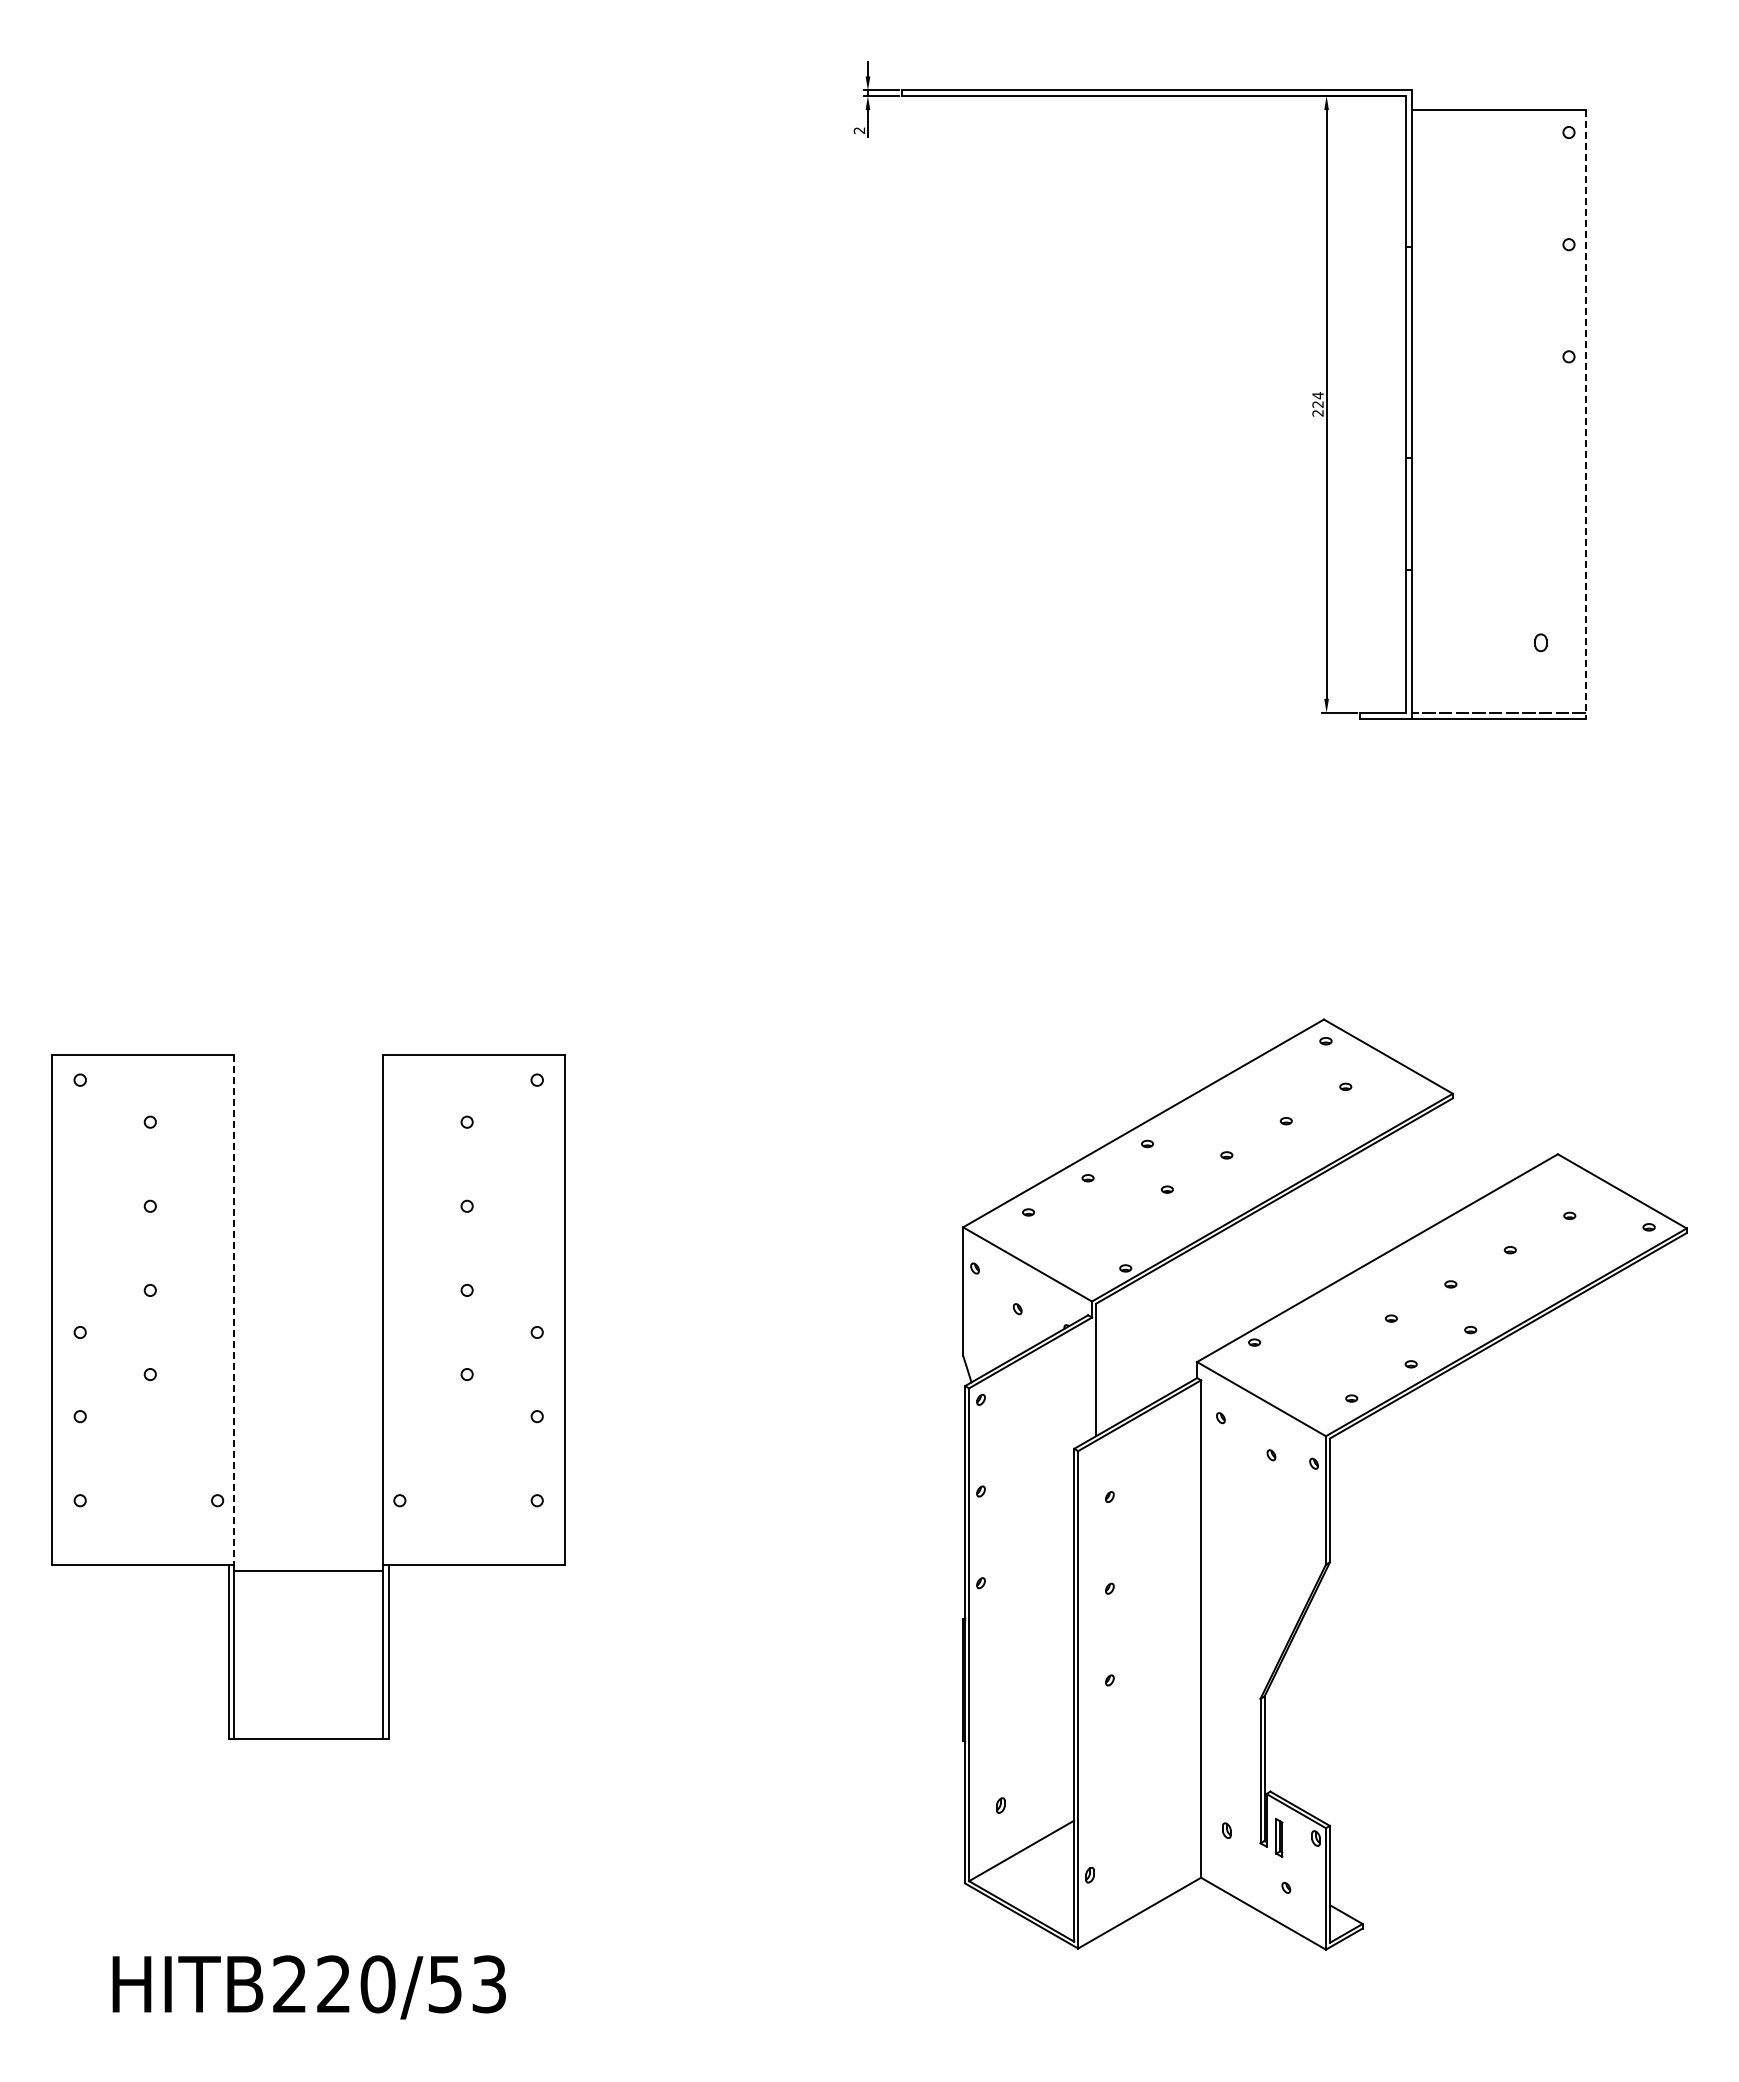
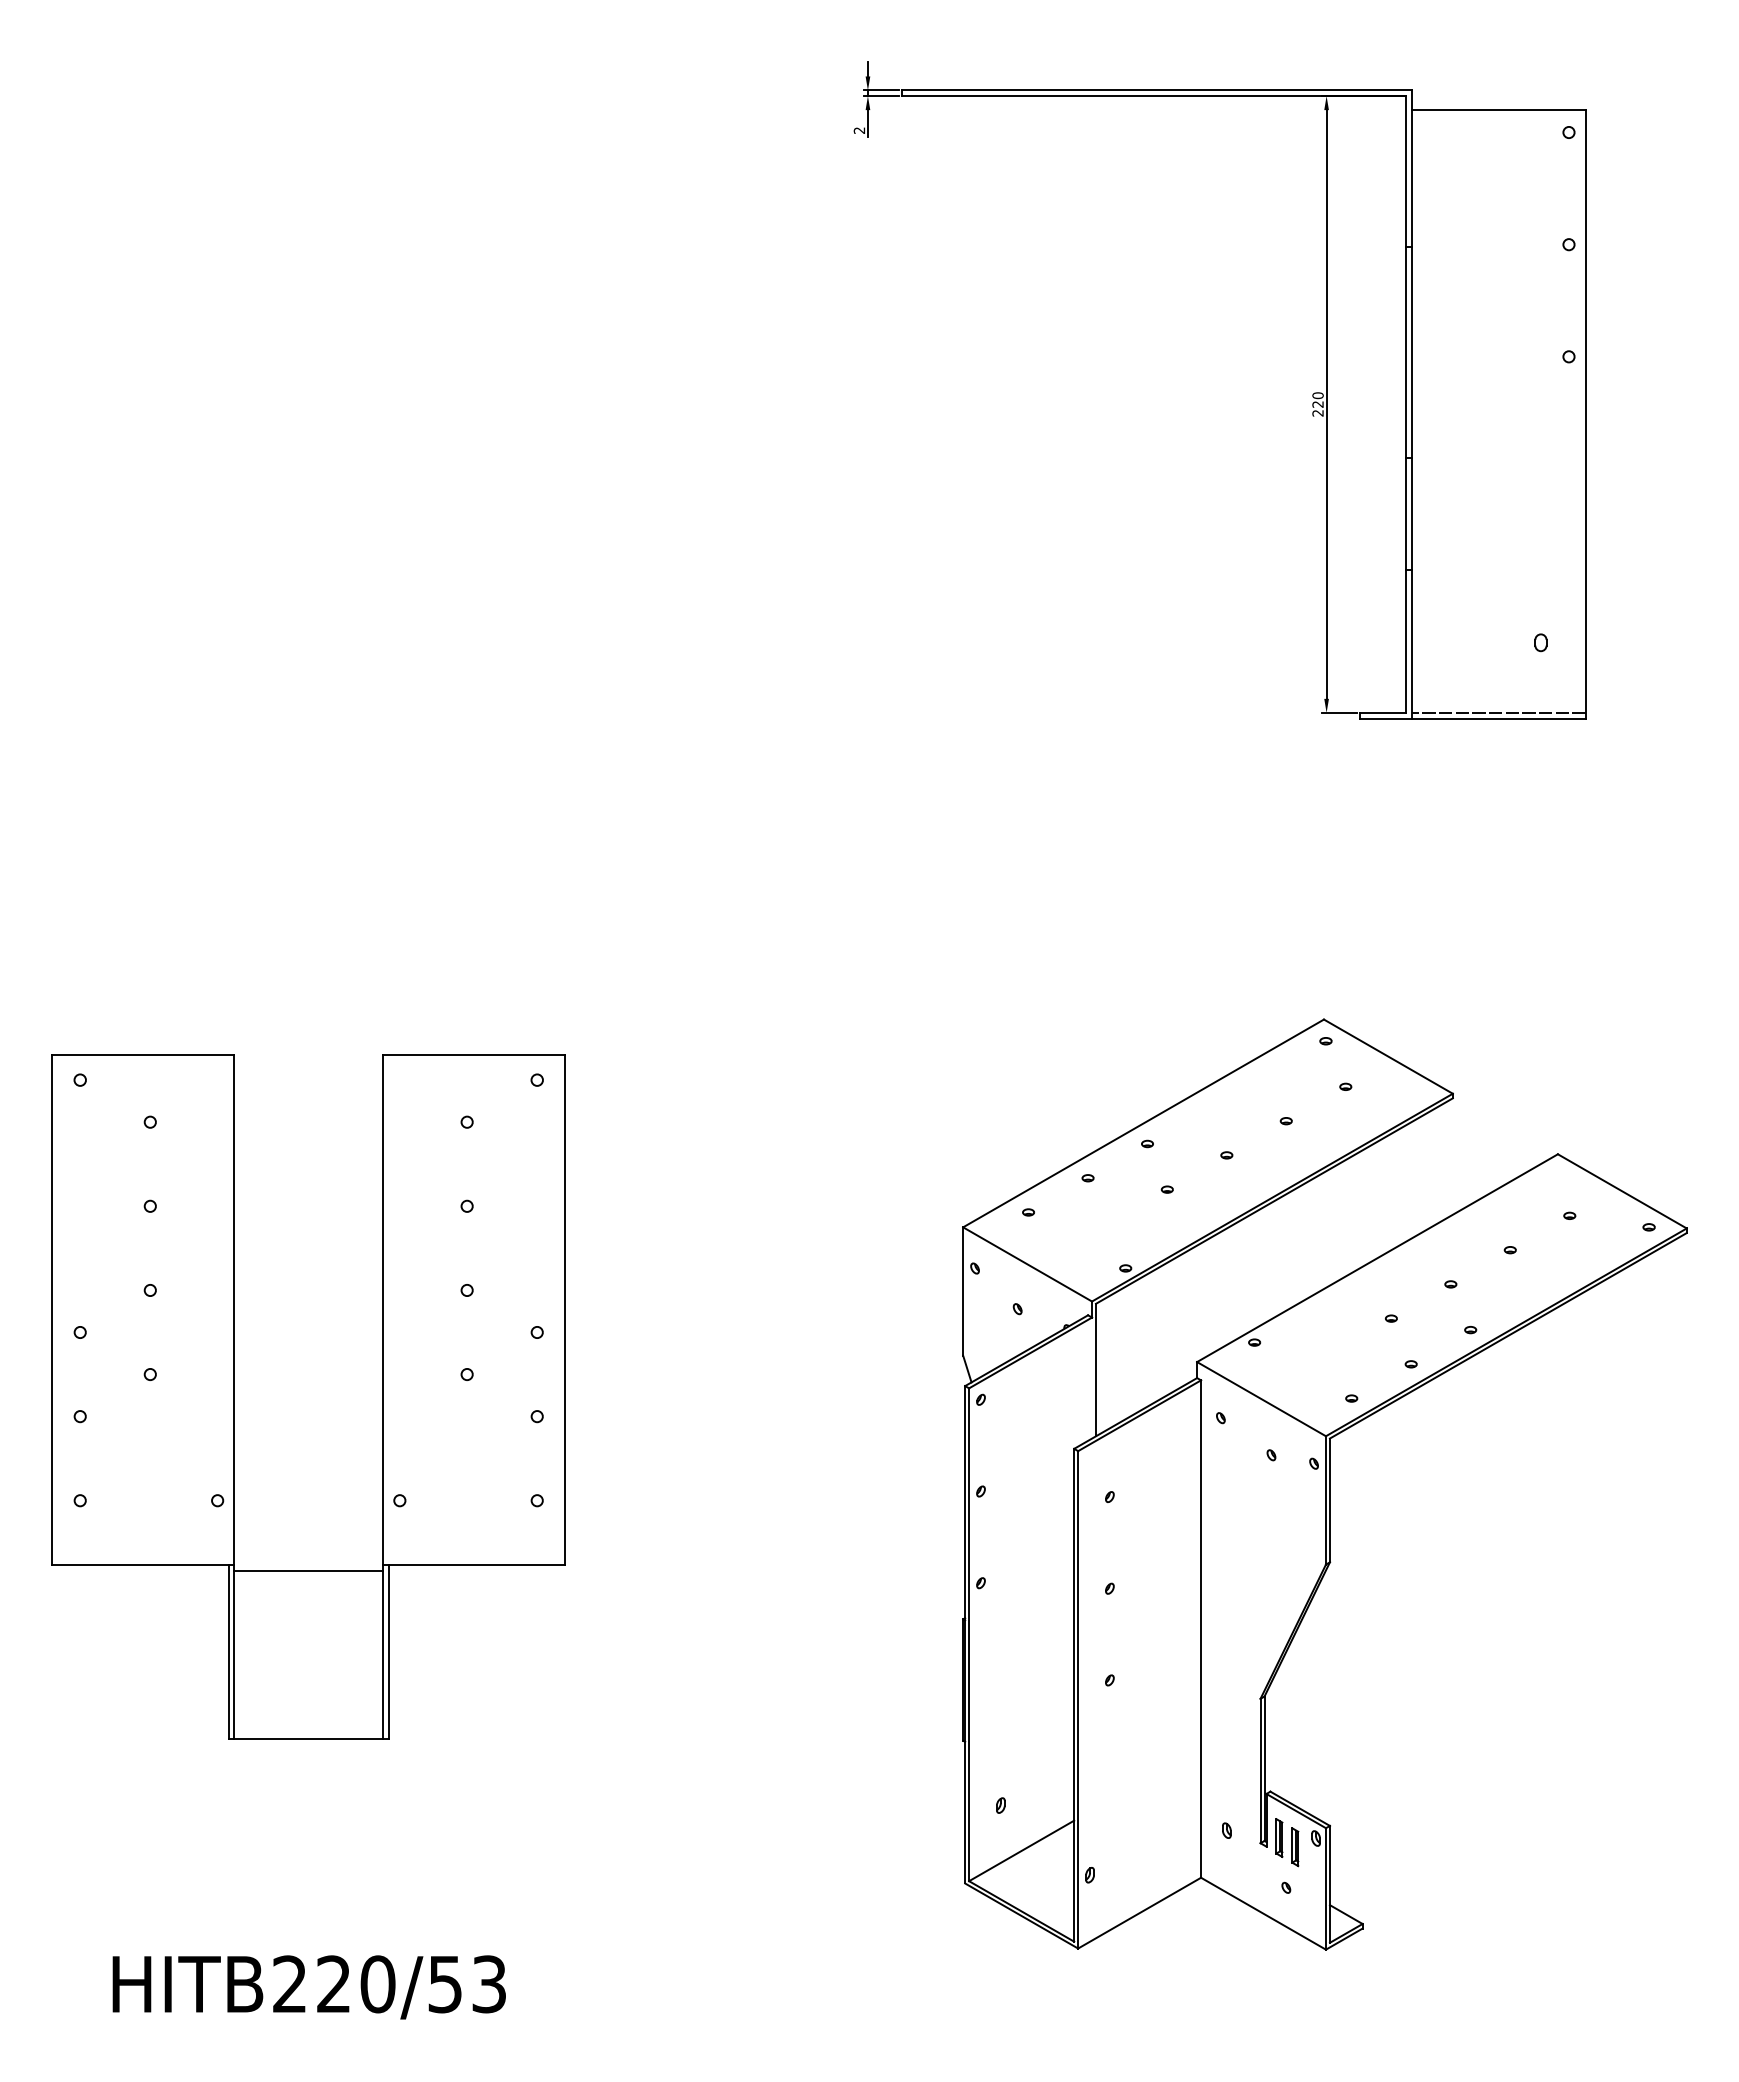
text at (1317, 395): 224 -> 220
line at (1585, 414): dashed -> solid
line at (234, 1310): dashed -> solid
part at (1295, 1847): none -> present
